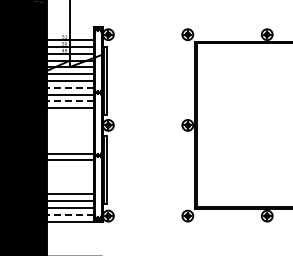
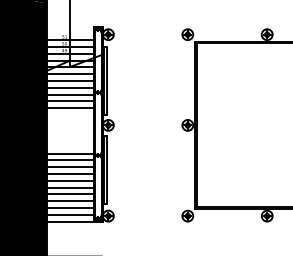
line at (69, 87): dashed -> solid
line at (69, 101): dashed -> solid
line at (69, 167): none -> present
line at (69, 173): none -> present
line at (69, 180): none -> present
line at (69, 187): none -> present
line at (69, 214): dashed -> solid
